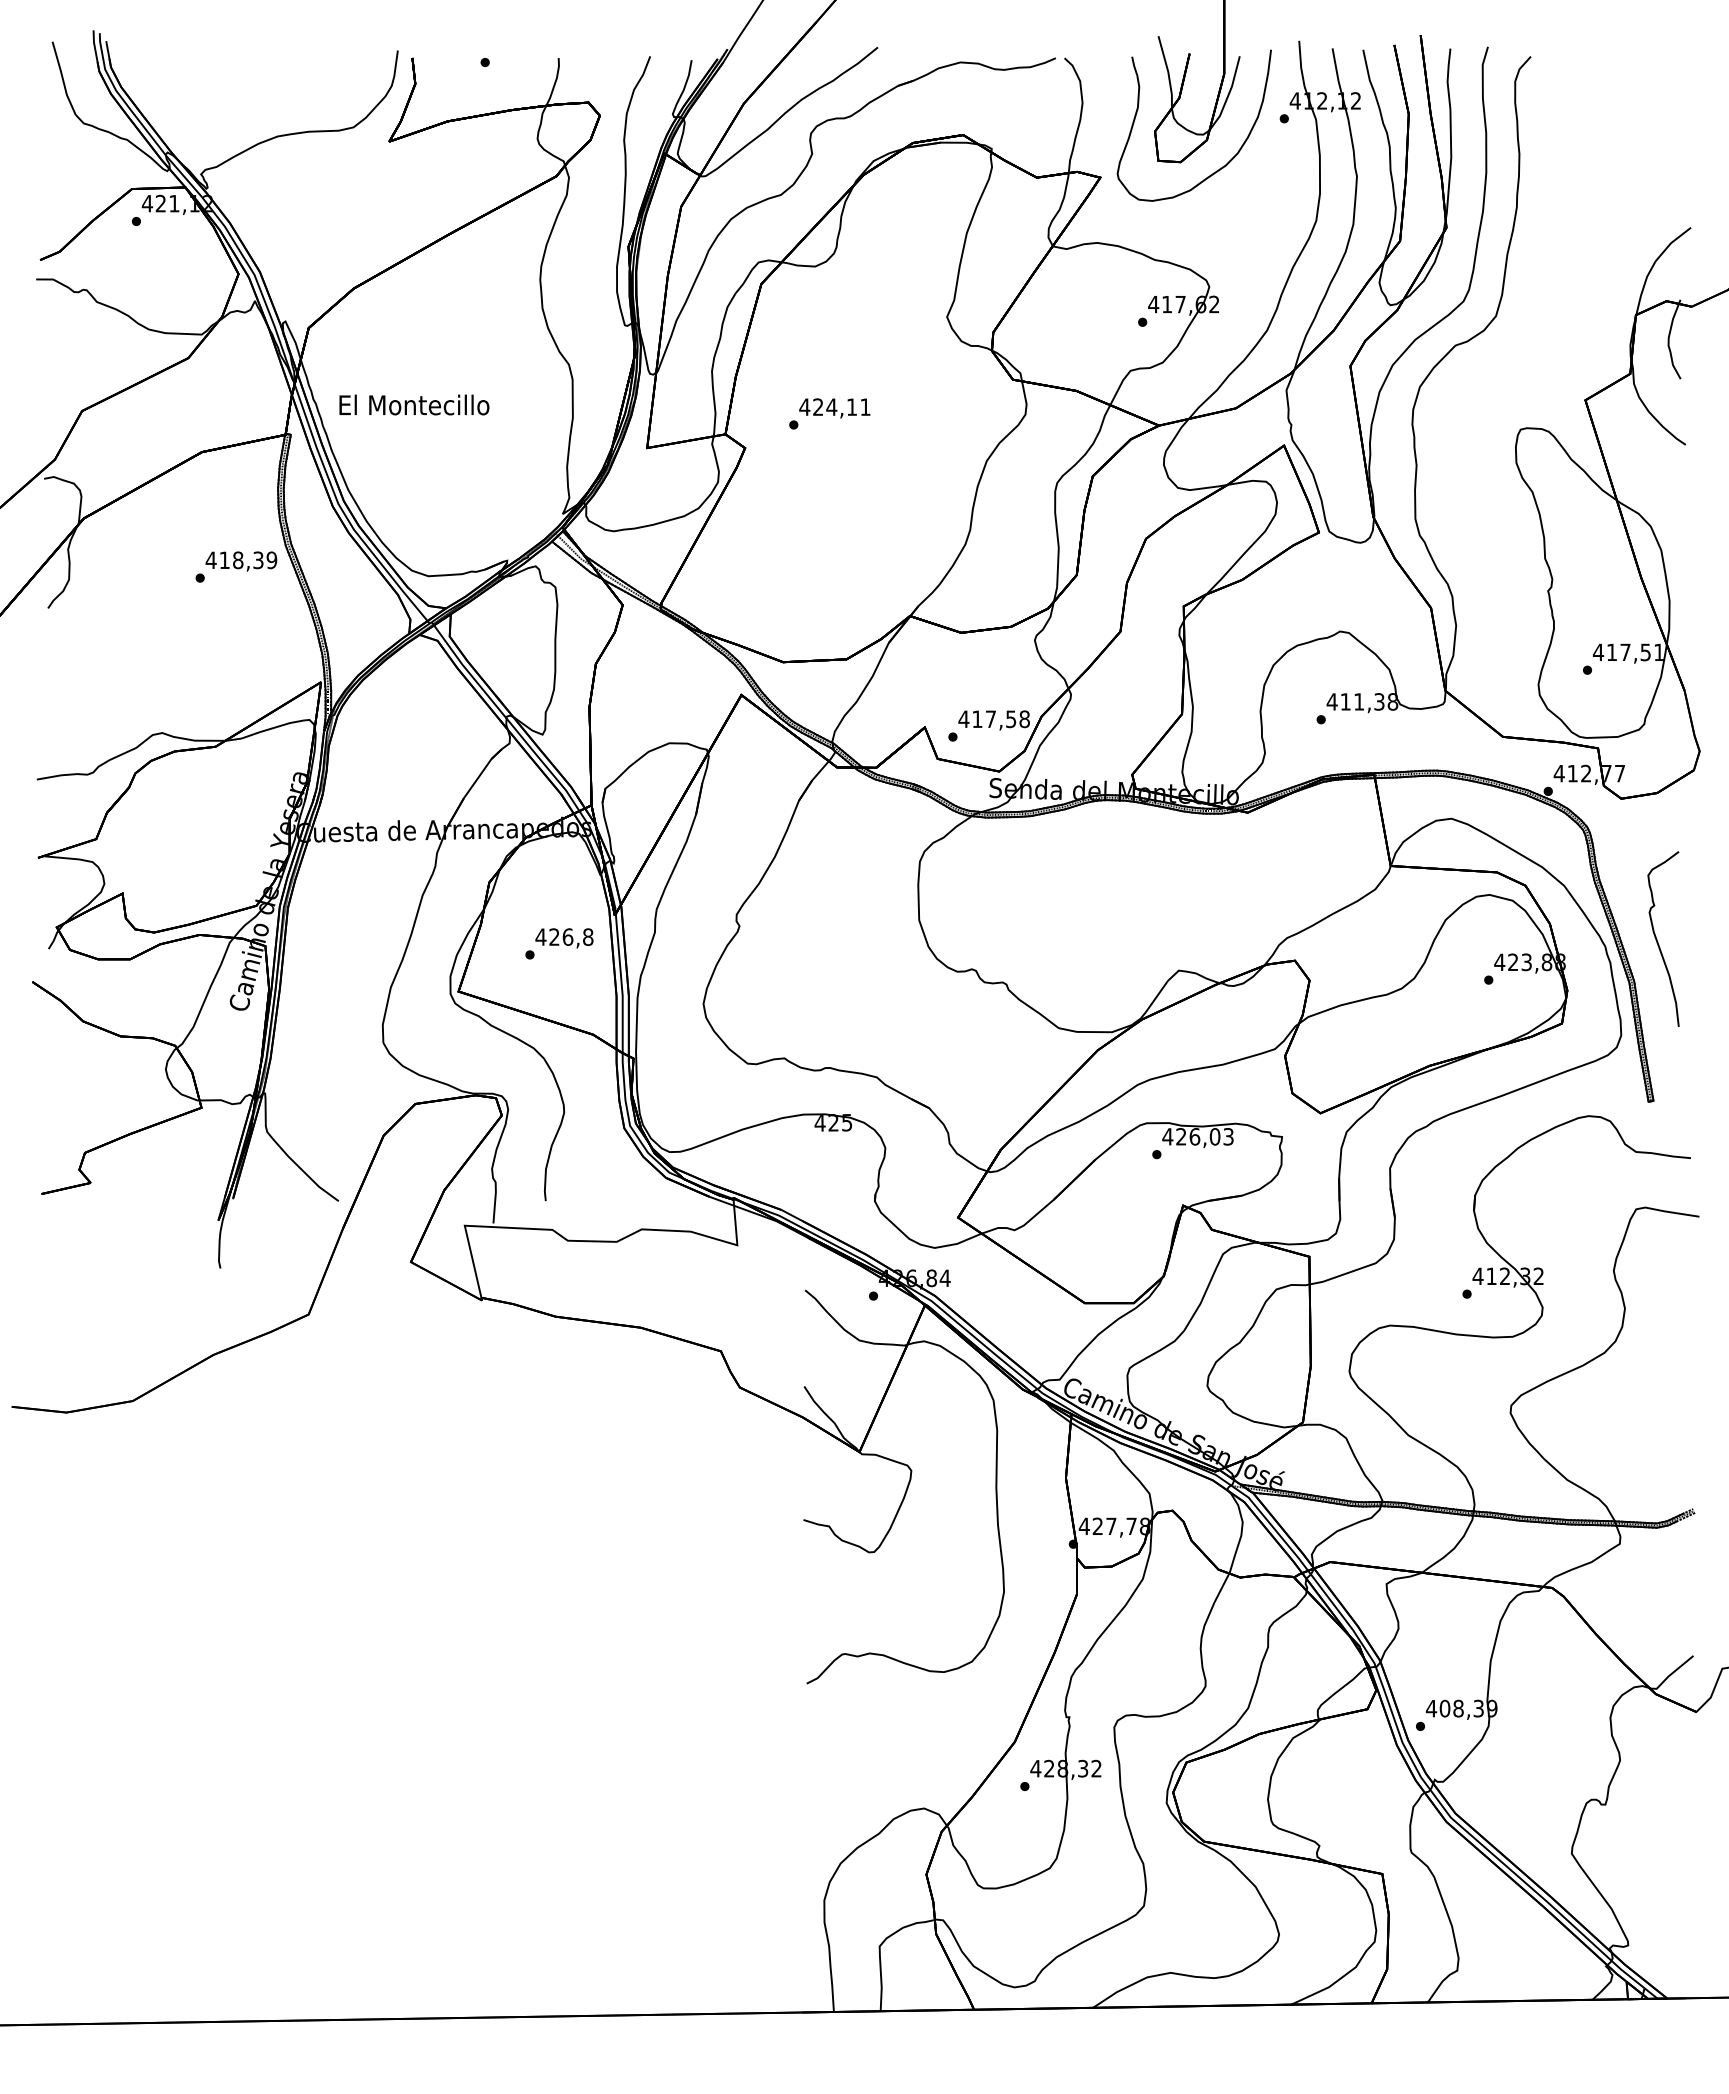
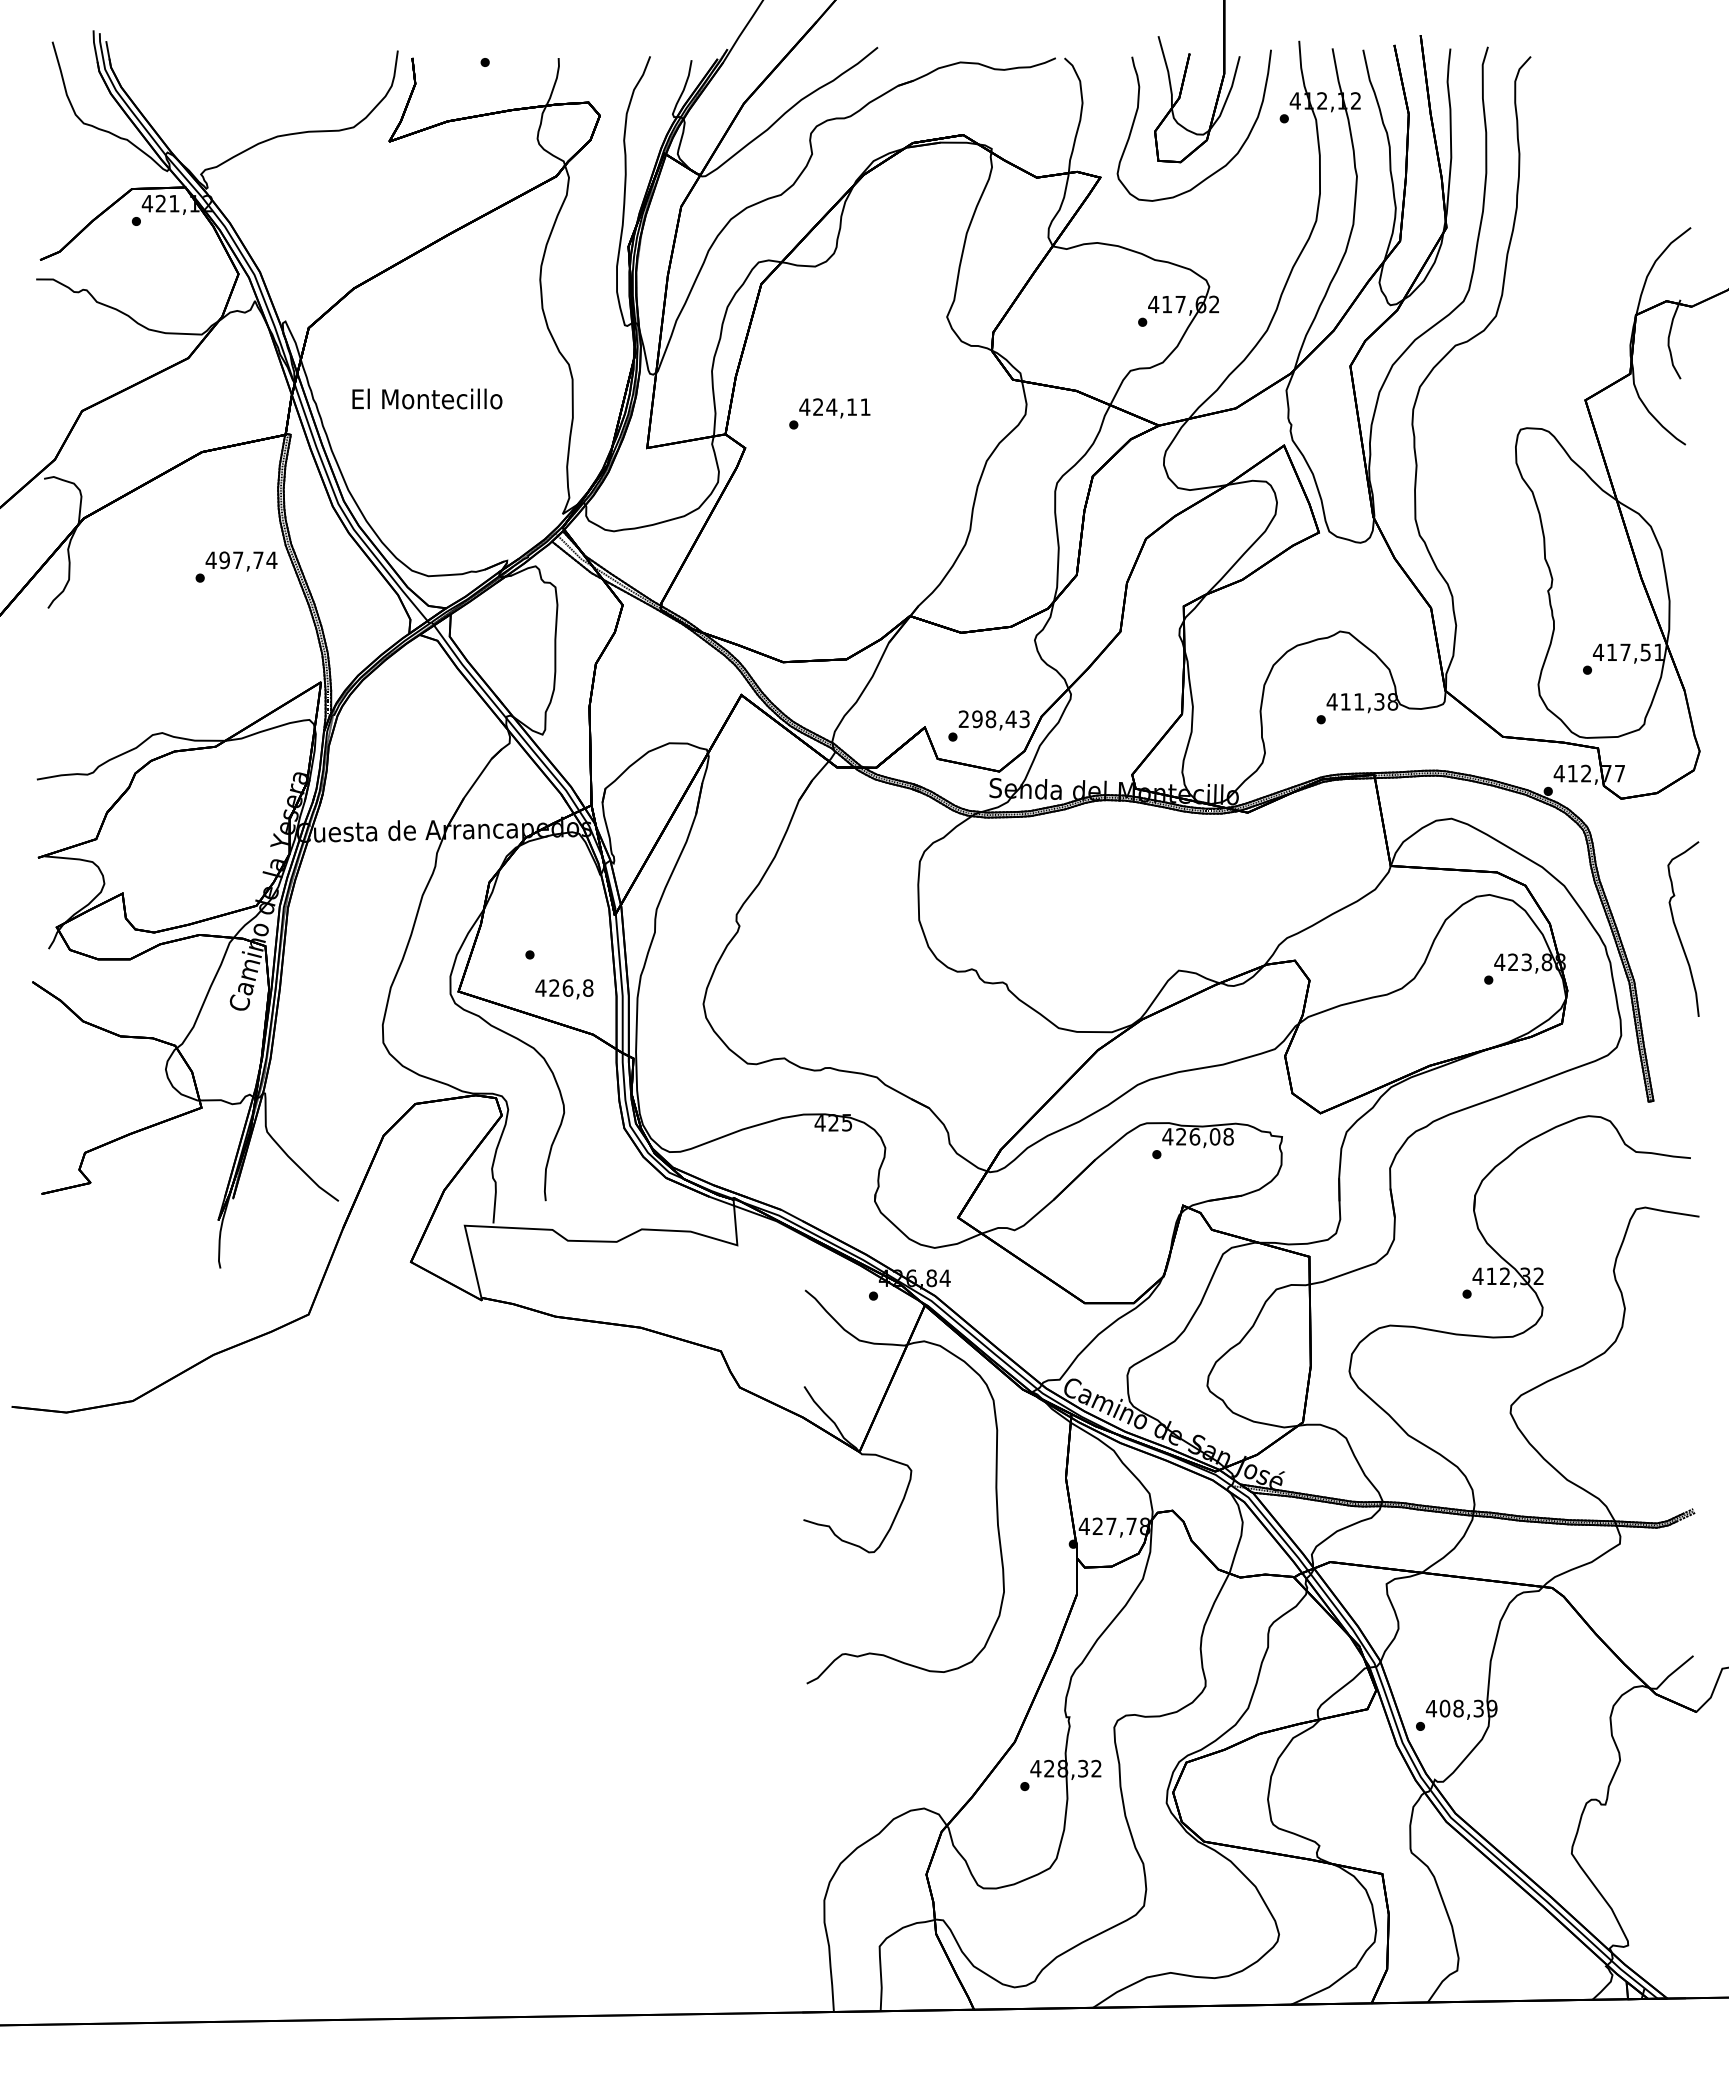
text at (414, 404) position: (414, 404) -> (427, 398)
text at (248, 560): 418,39 -> 497,74
text at (993, 719): 417,58 -> 298,43
text at (564, 938) position: (564, 938) -> (564, 989)
curve at (1658, 941) position: (1658, 941) -> (1678, 931)
text at (1228, 1136): 426,03 -> 426,08
